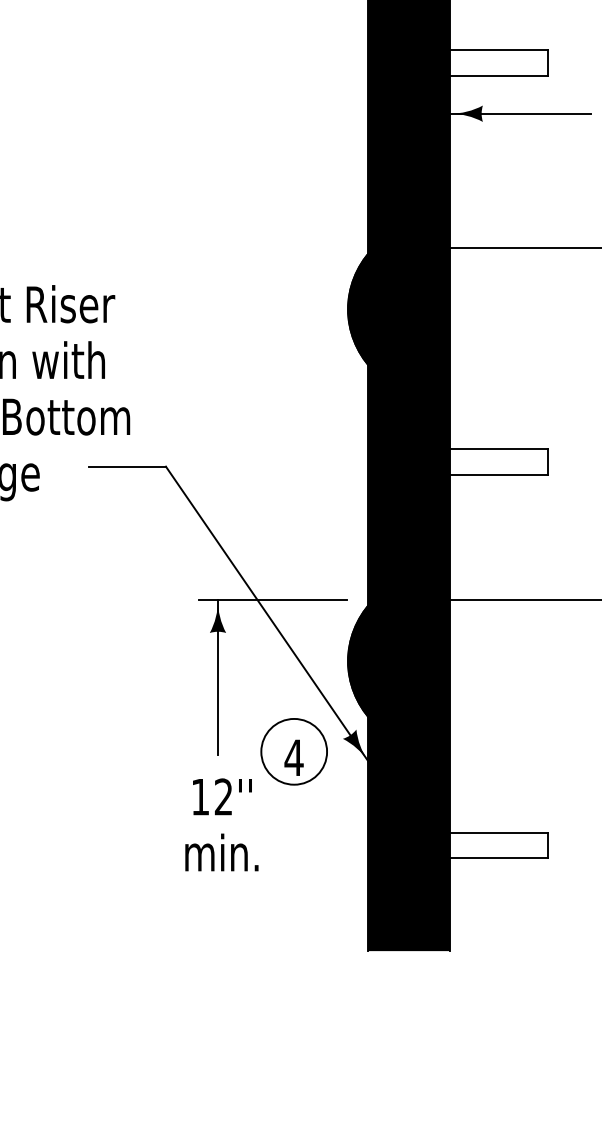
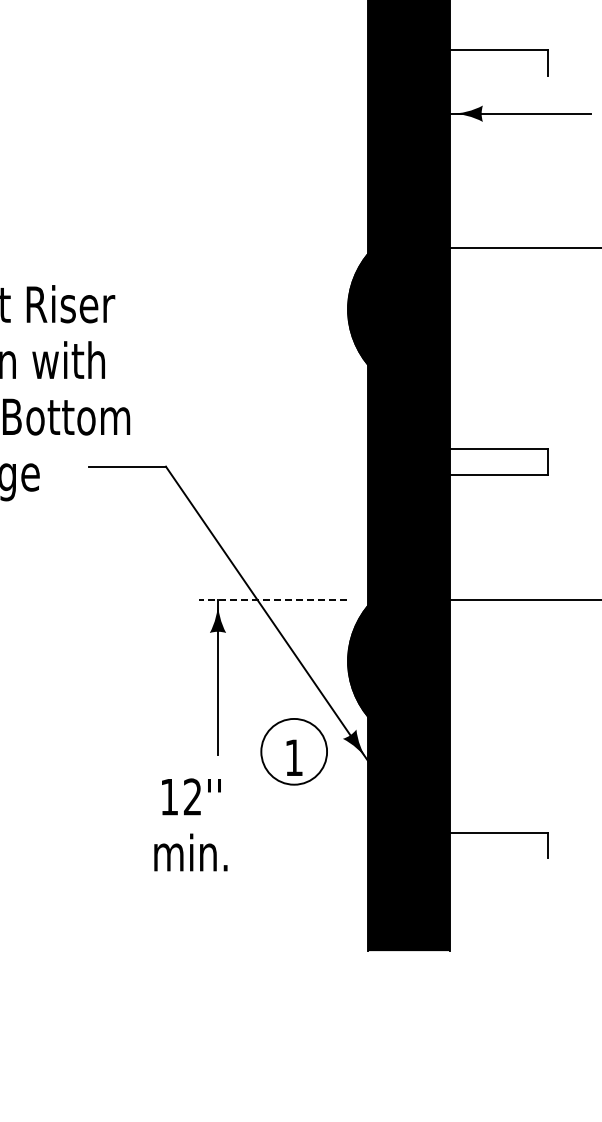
line at (499, 76): present -> none
line at (272, 600): solid -> dashed
text at (293, 757): 4 -> 1
text at (221, 824) position: (221, 824) -> (190, 824)
line at (499, 858): present -> none
